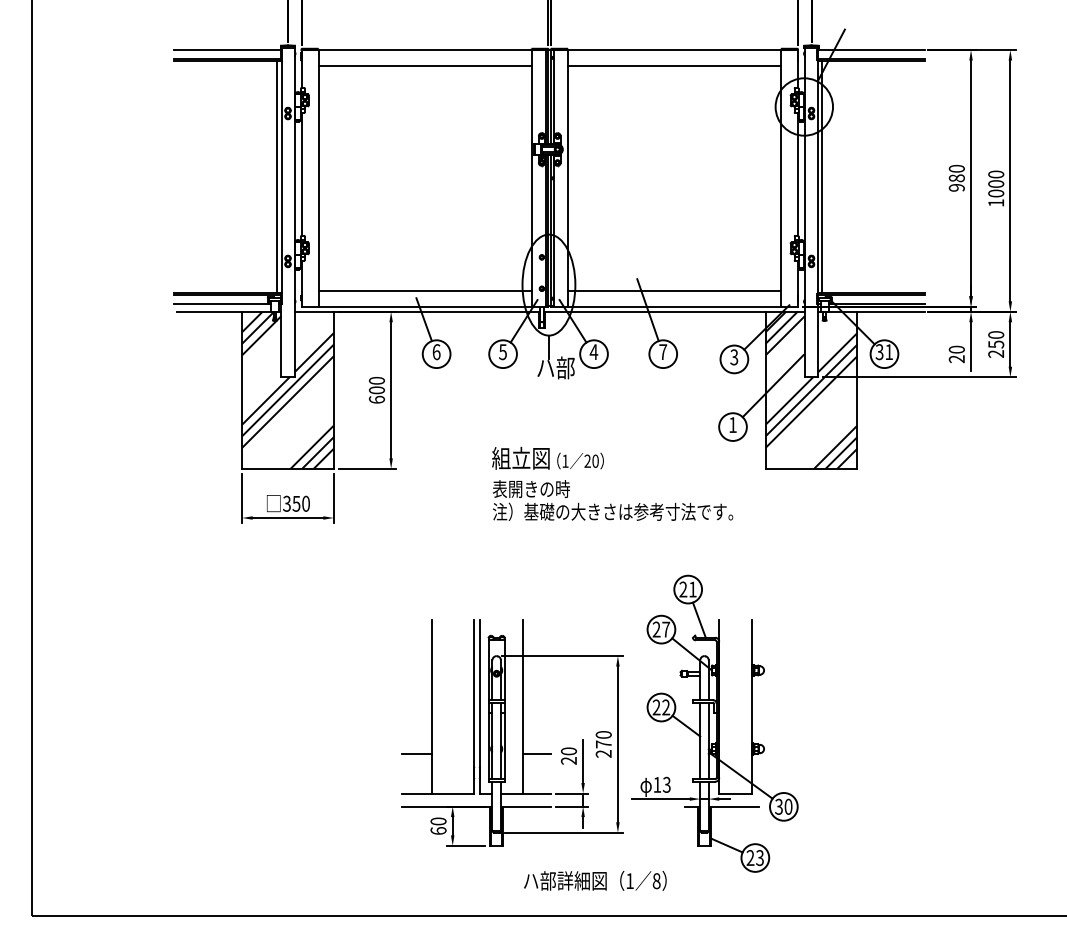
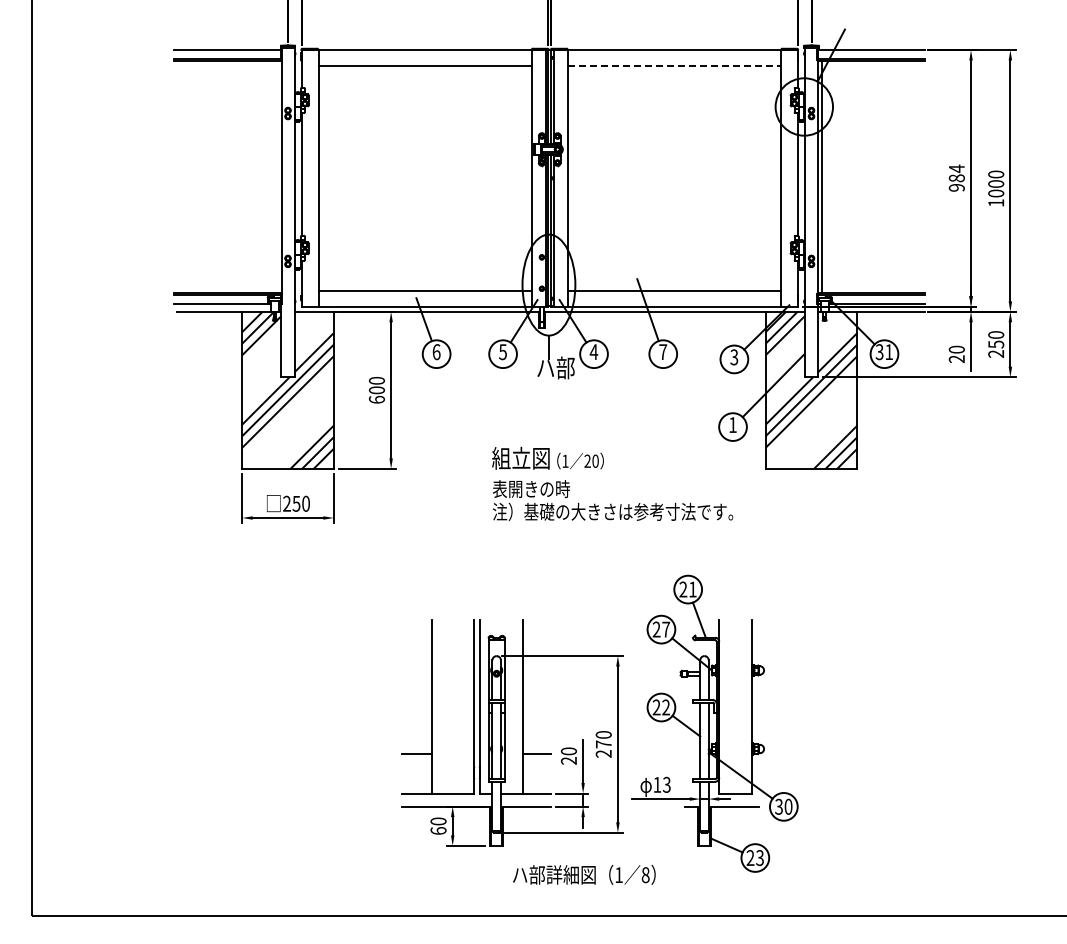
line at (674, 65): solid -> dashed
text at (956, 168): 980 -> 984
line at (277, 176): present -> none
text at (286, 503): 350 -> 250
text at (595, 880) position: (595, 880) -> (584, 874)
